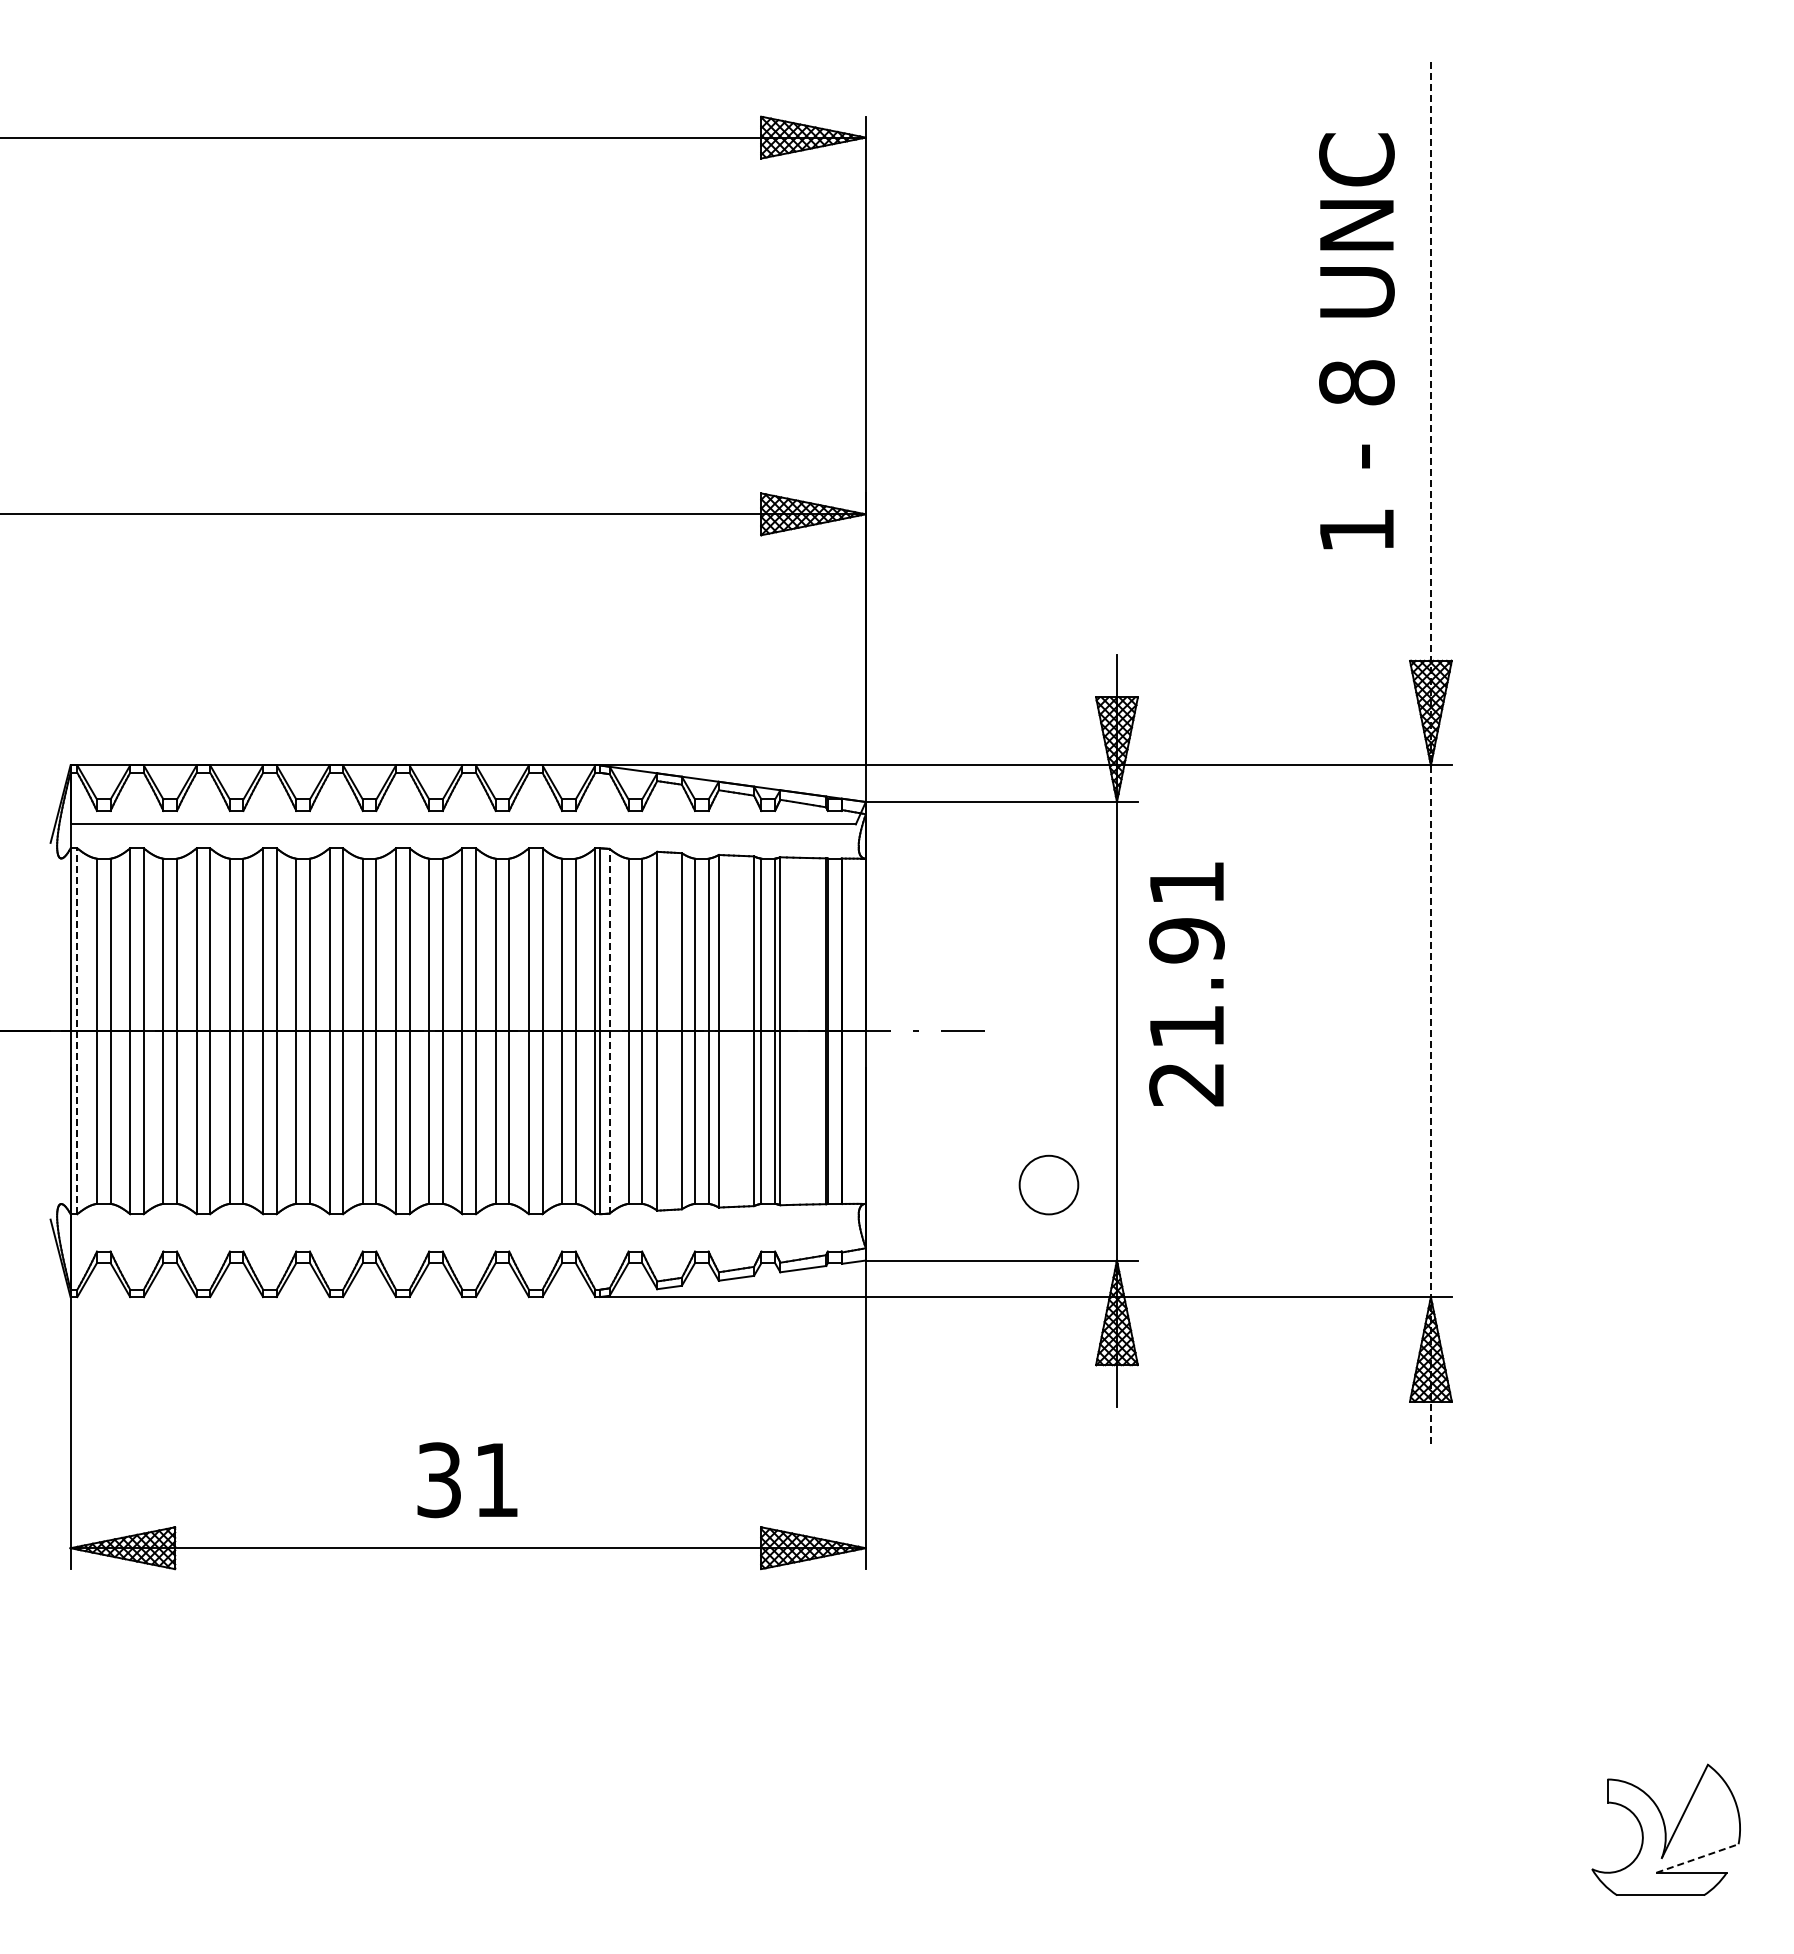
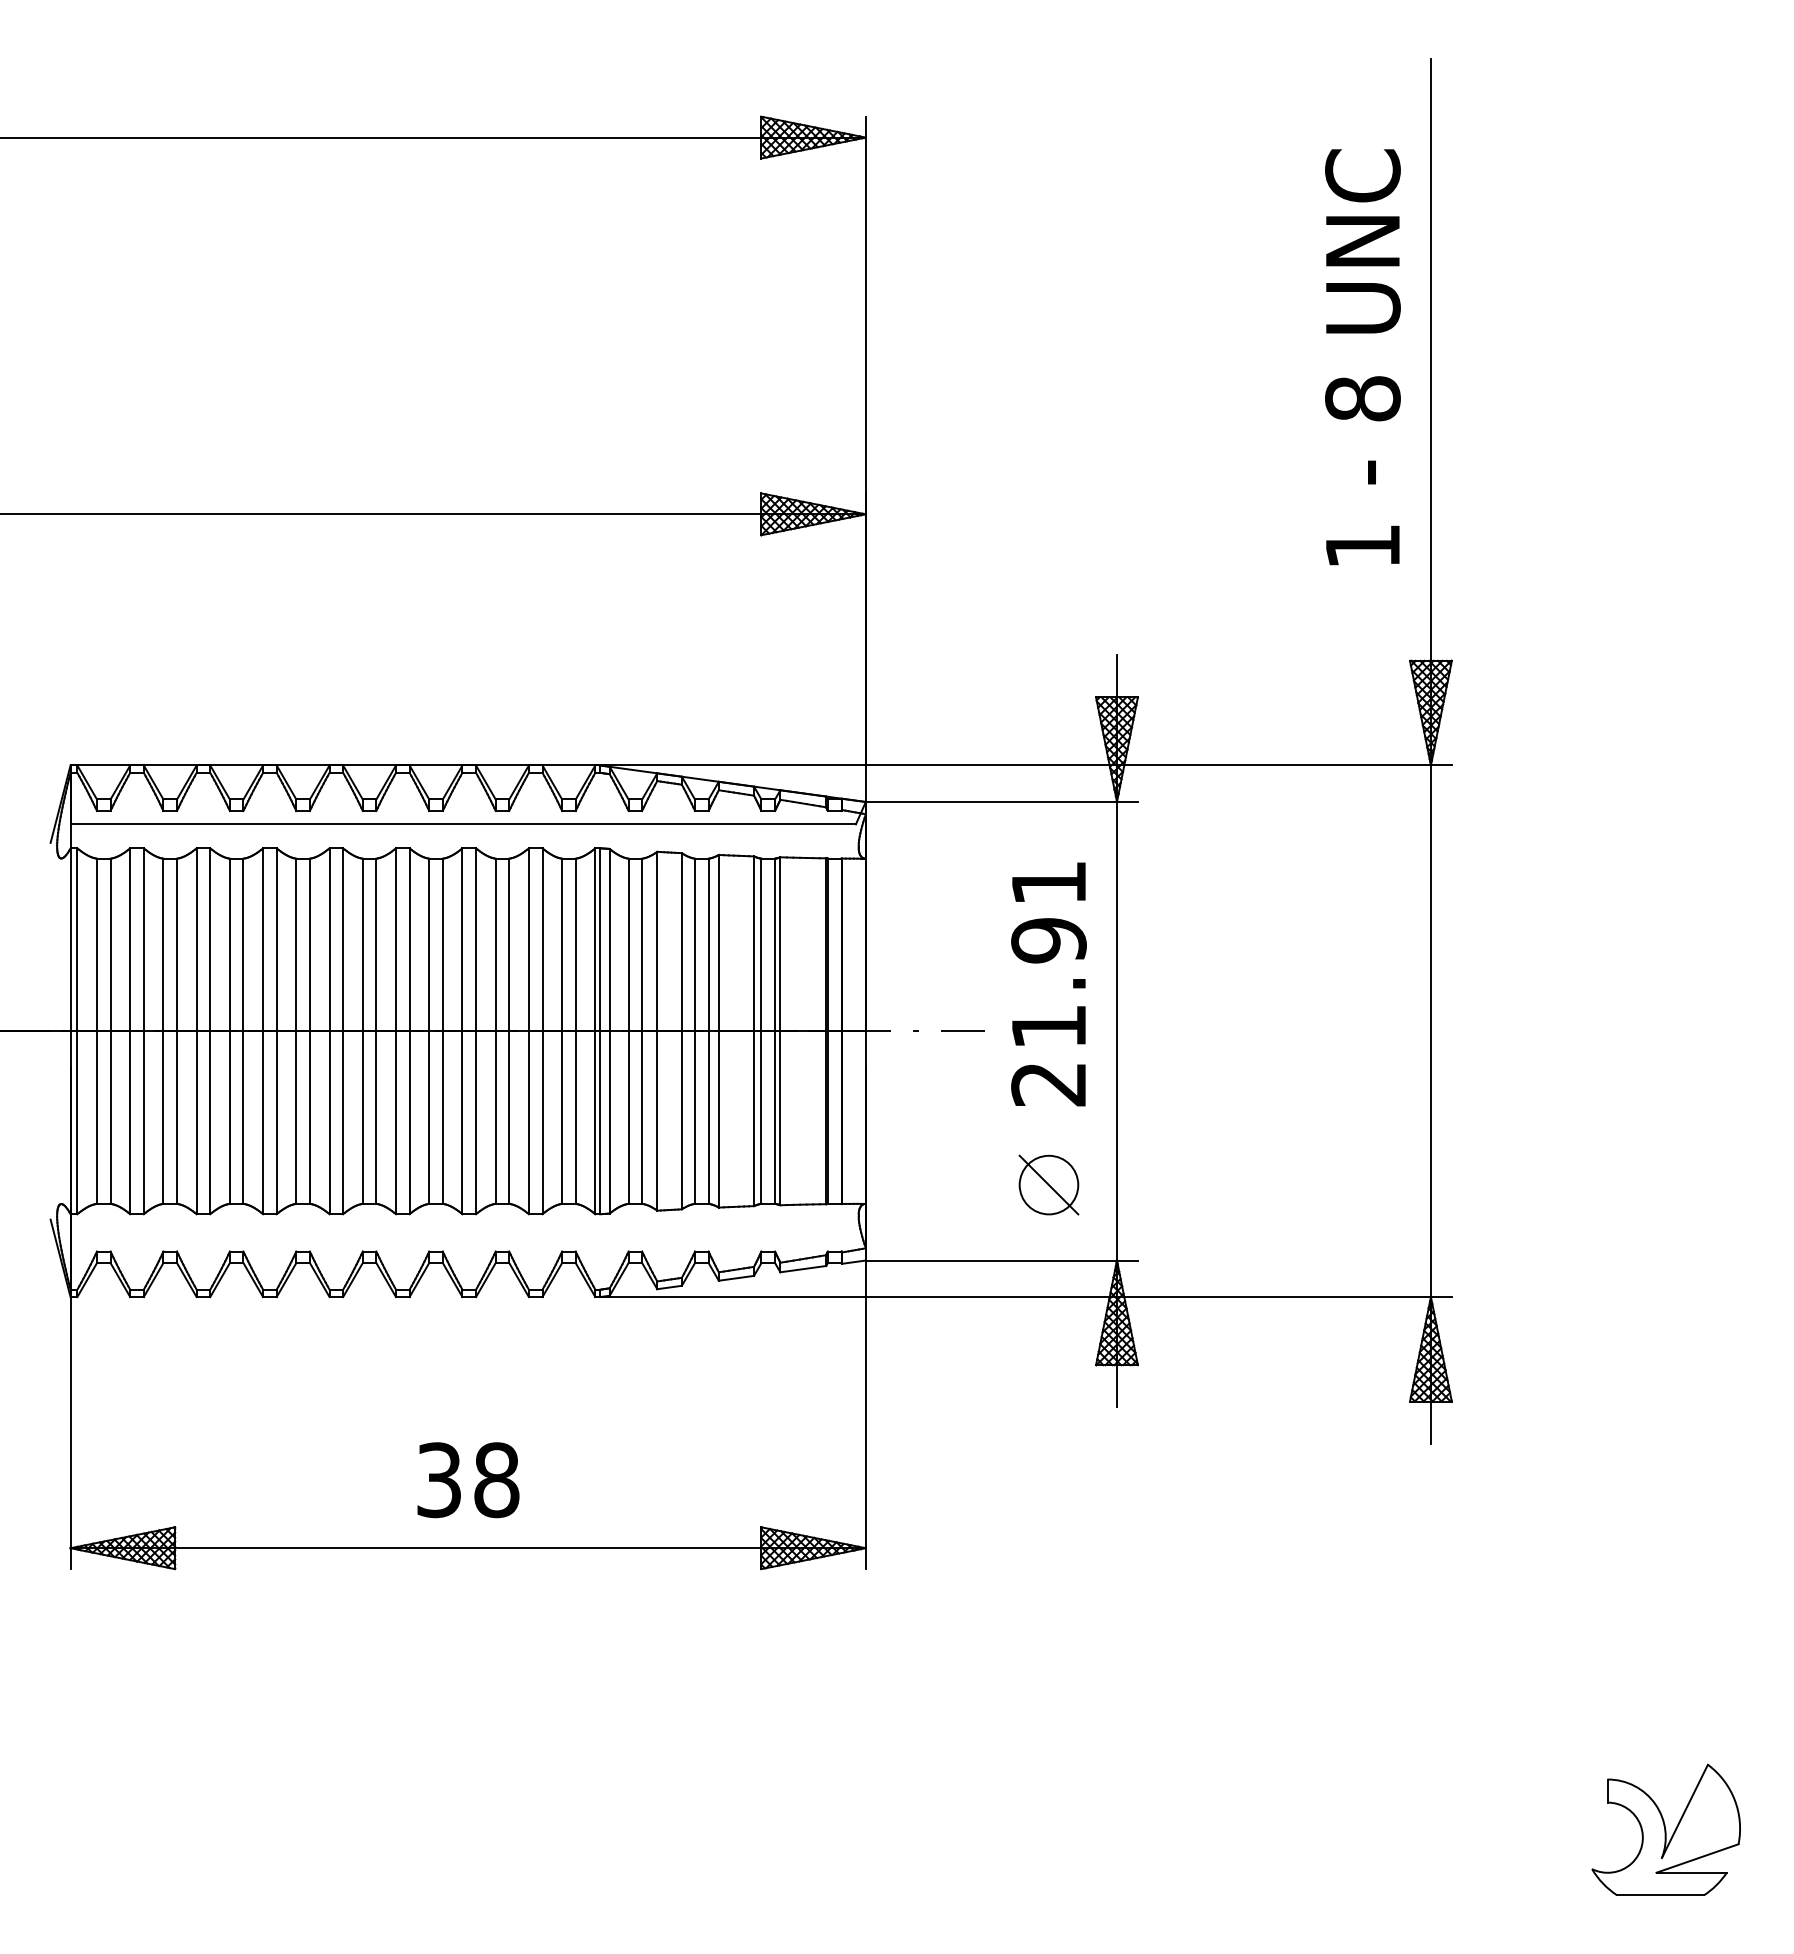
text at (1356, 341) position: (1356, 341) -> (1362, 357)
line at (1430, 750): dashed -> solid
text at (1186, 984) position: (1186, 984) -> (1048, 984)
line at (609, 1030): dashed -> solid
line at (77, 1031): dashed -> solid
line at (1048, 1184): none -> present
text at (496, 1480): 31 -> 38
line at (1698, 1858): dashed -> solid
